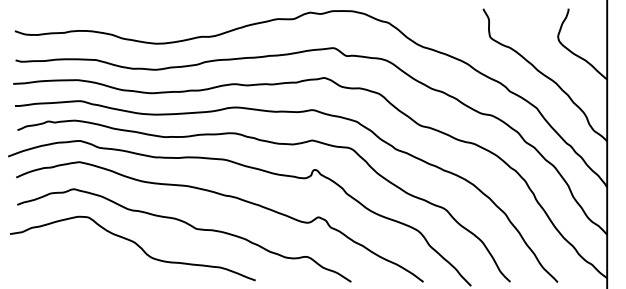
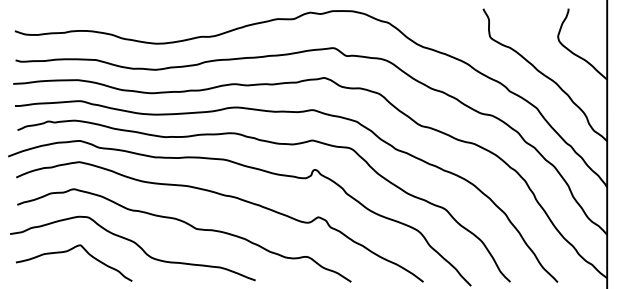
curve at (69, 251): none -> present
